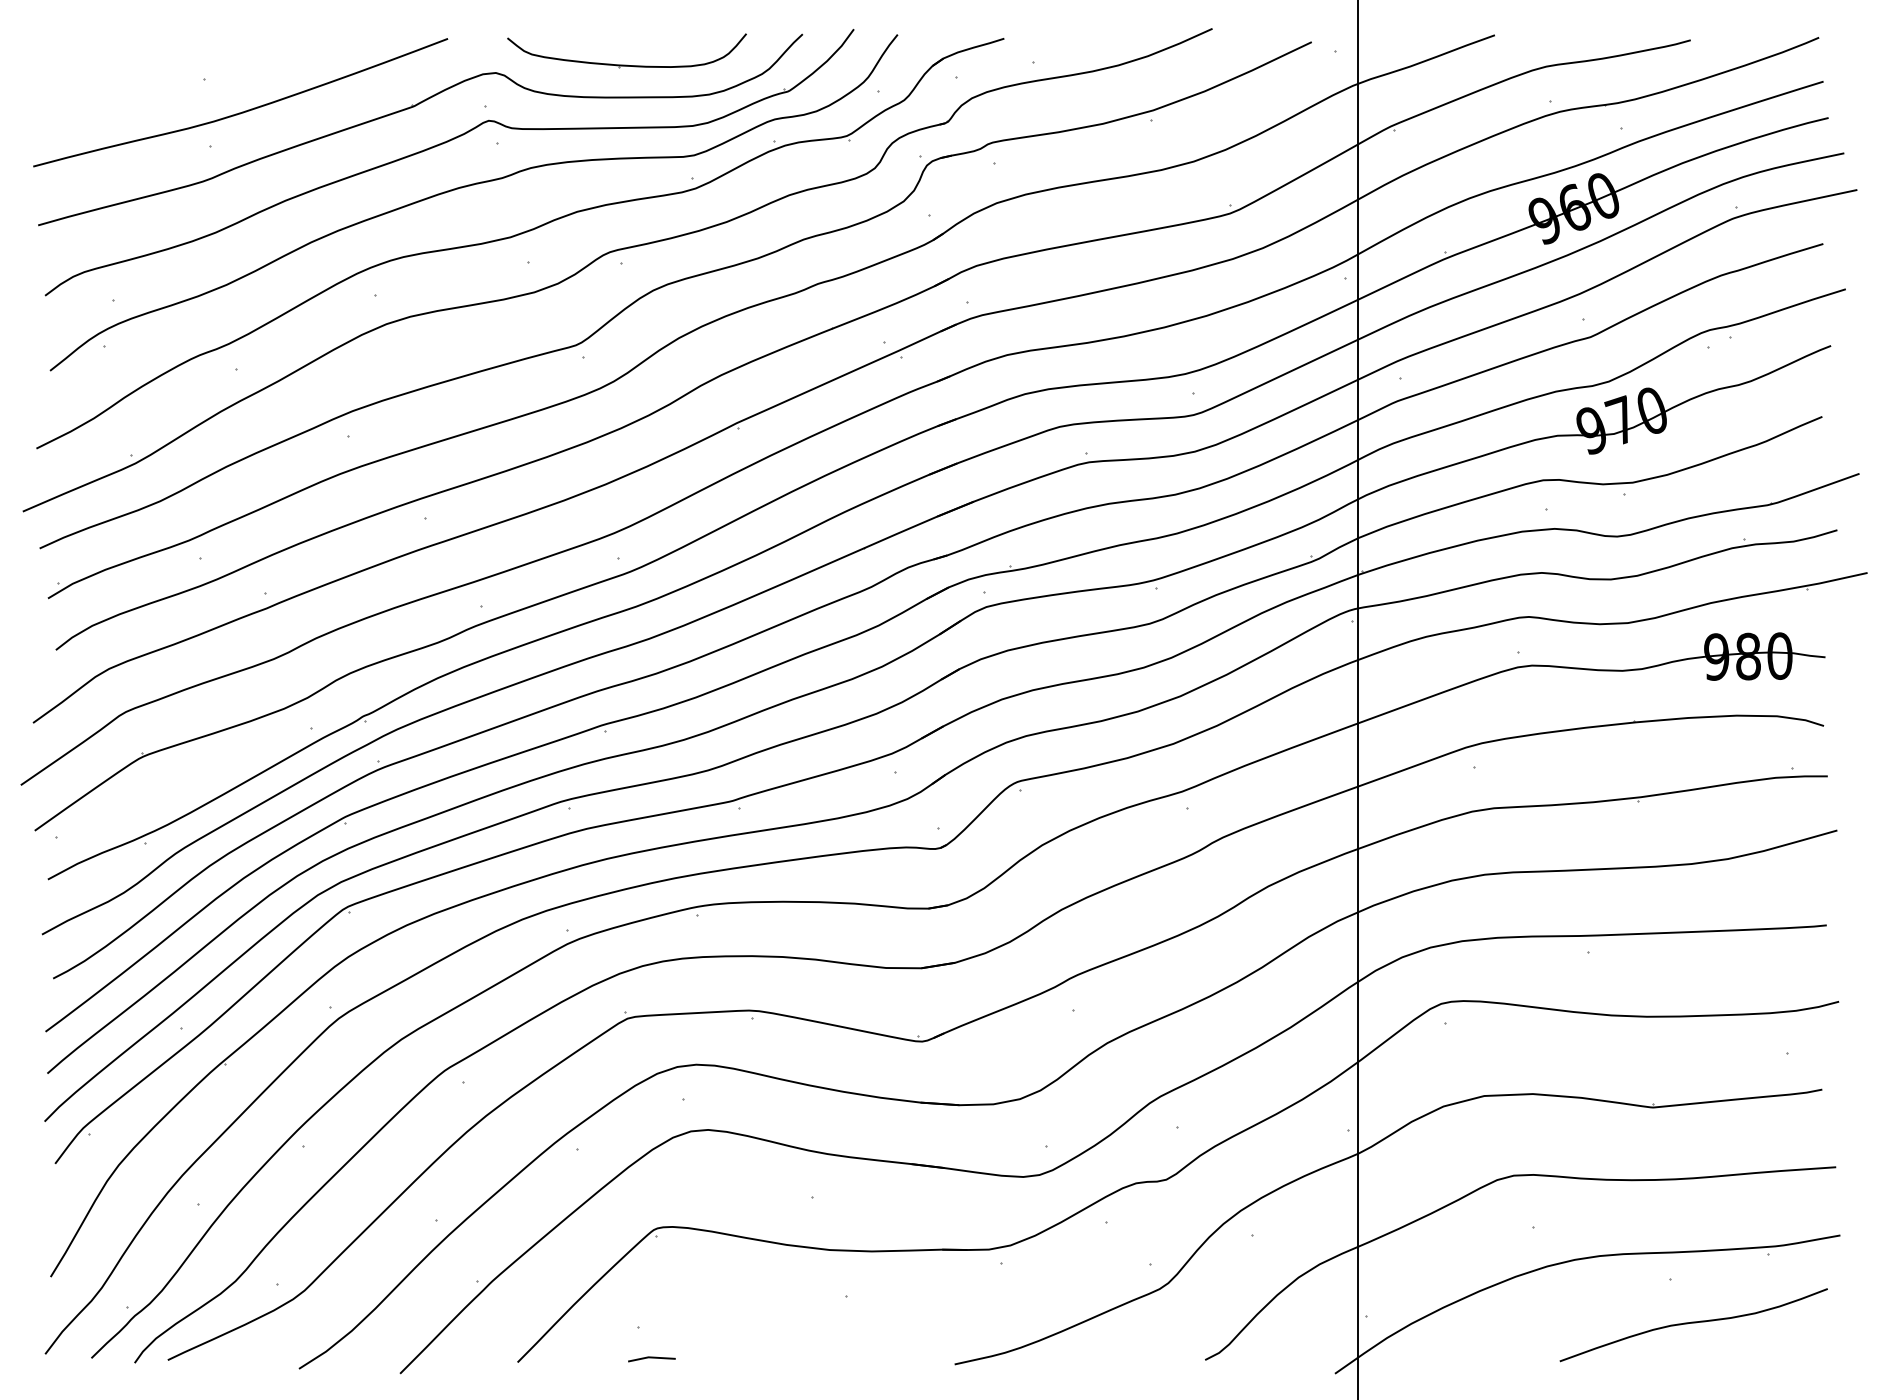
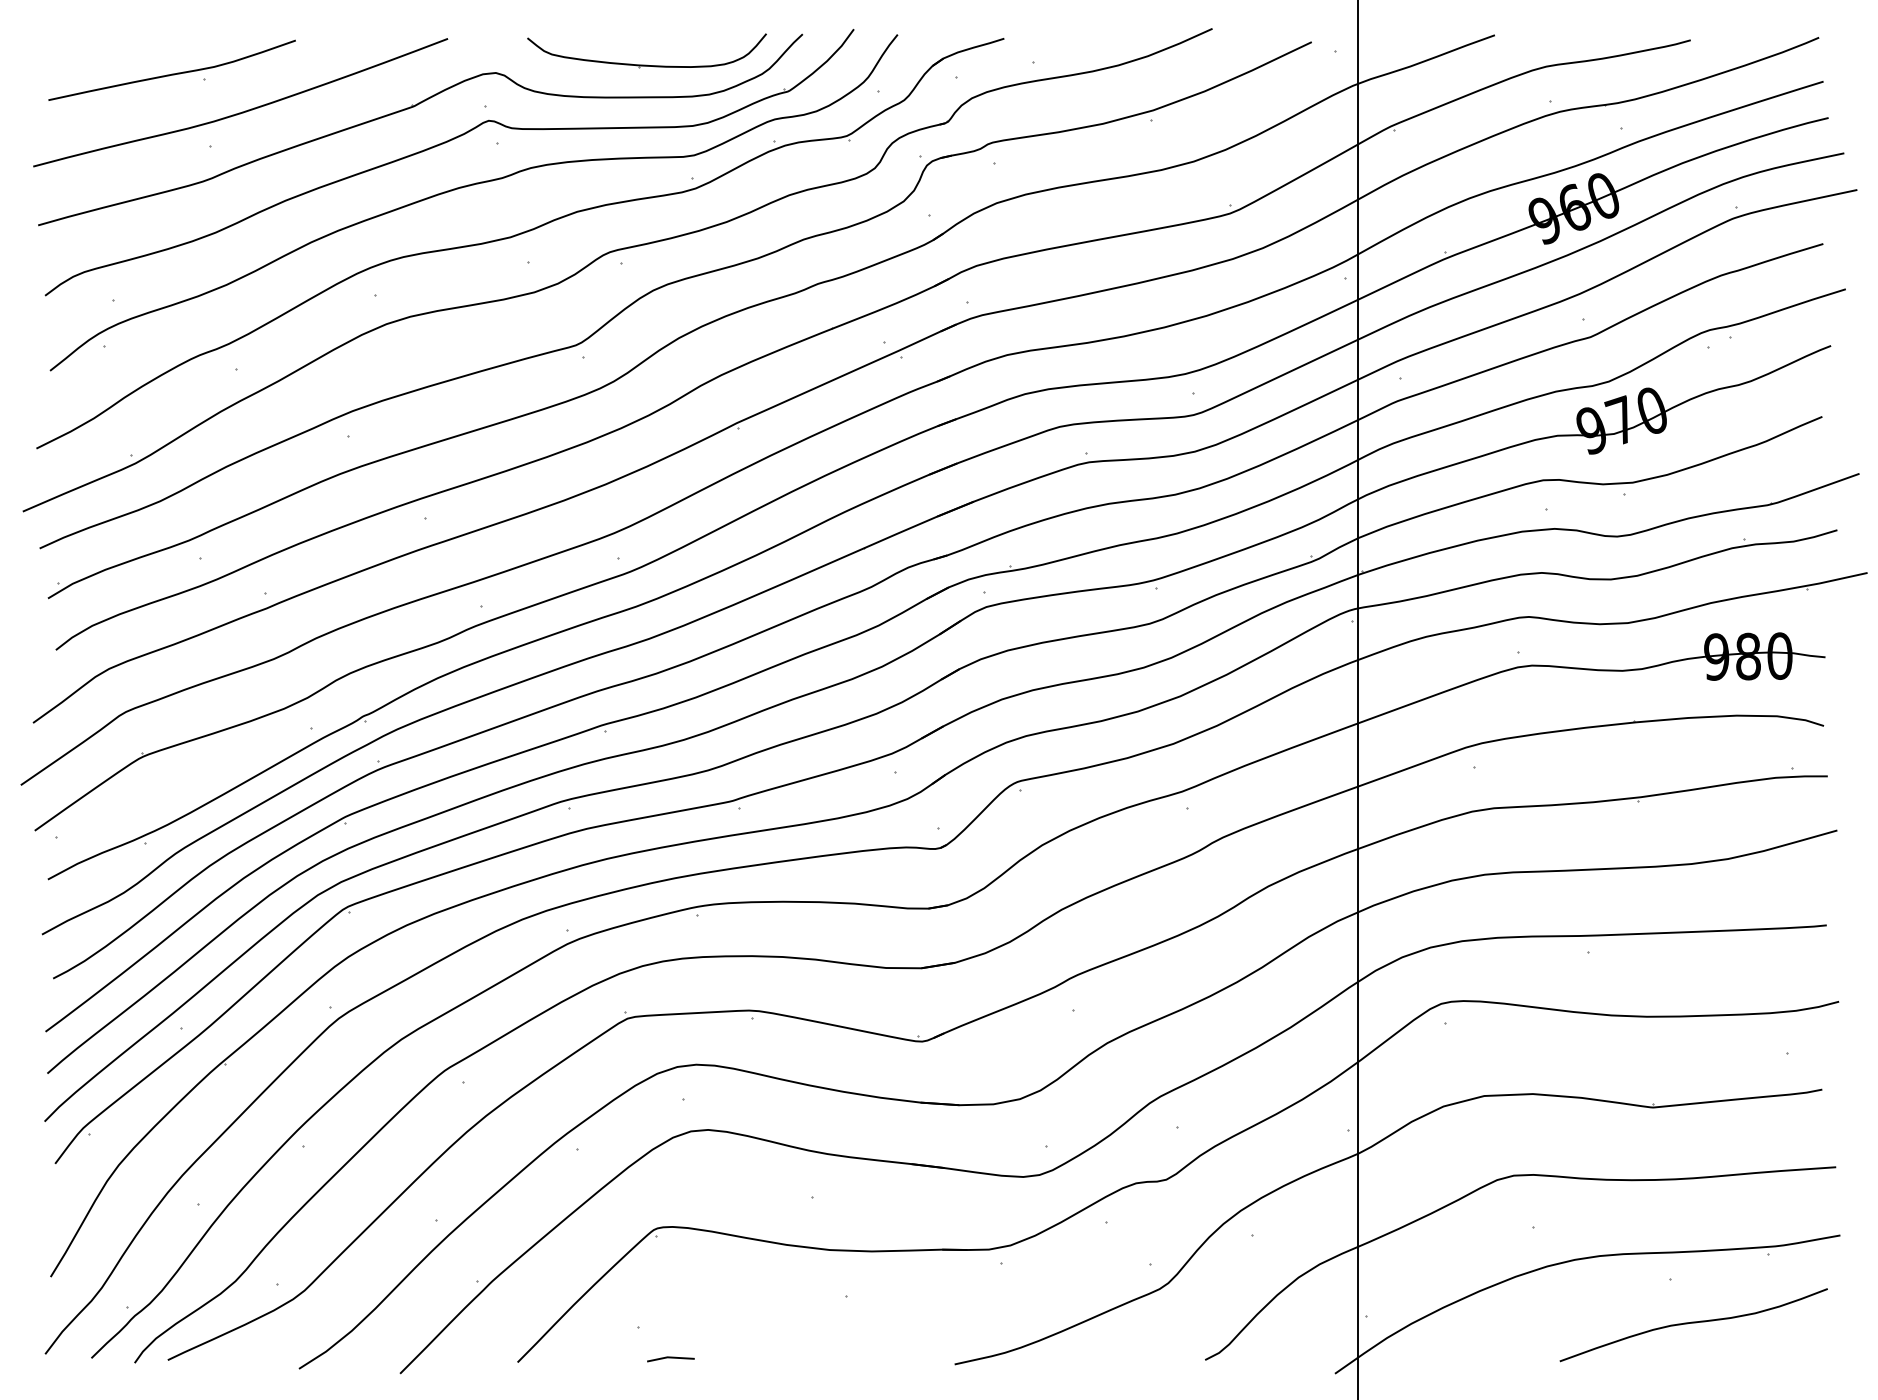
part at (626, 64) position: (626, 64) -> (646, 64)
curve at (171, 73): none -> present
line at (651, 1358) position: (651, 1358) -> (670, 1358)
